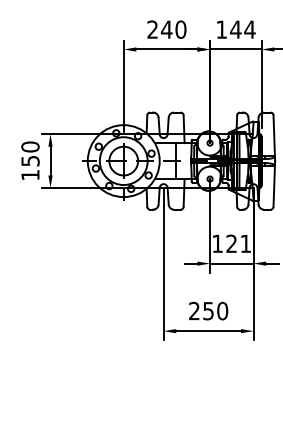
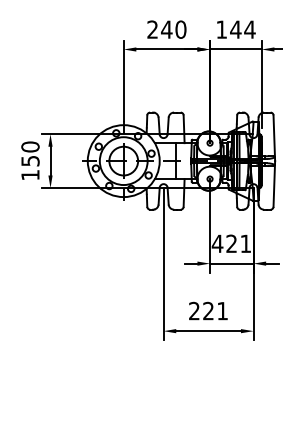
text at (217, 243): 121 -> 421
text at (215, 310): 250 -> 221
